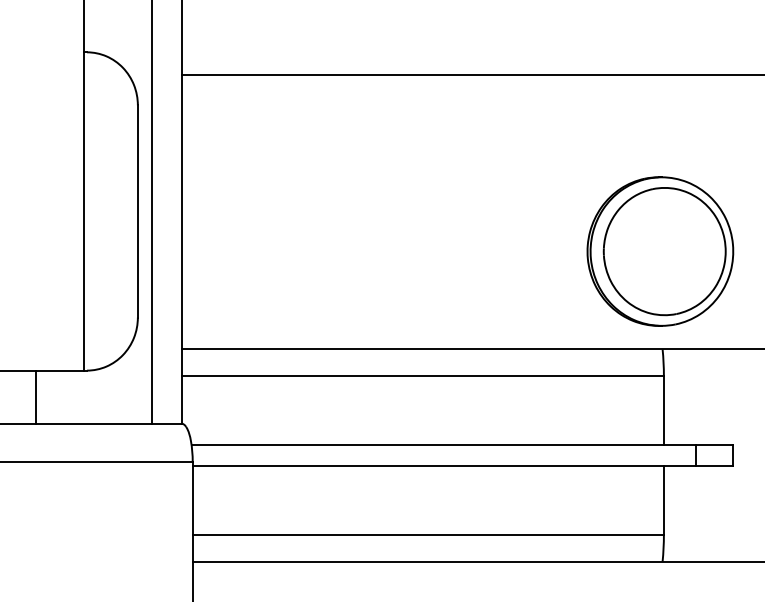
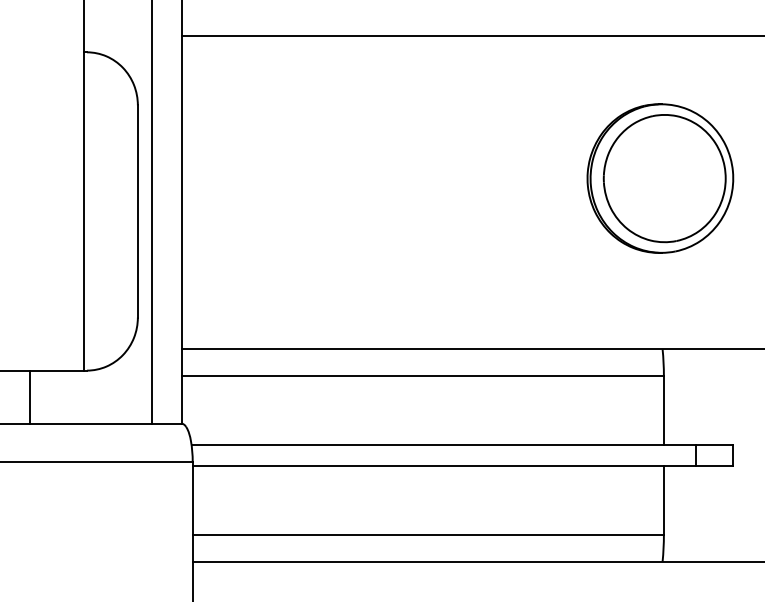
line at (471, 75) position: (471, 75) -> (471, 36)
part at (660, 251) position: (660, 251) -> (660, 178)
line at (36, 396) position: (36, 396) -> (30, 396)
